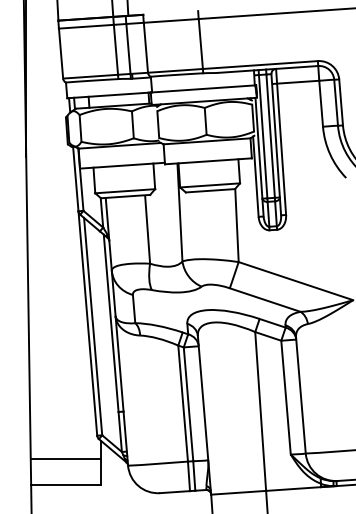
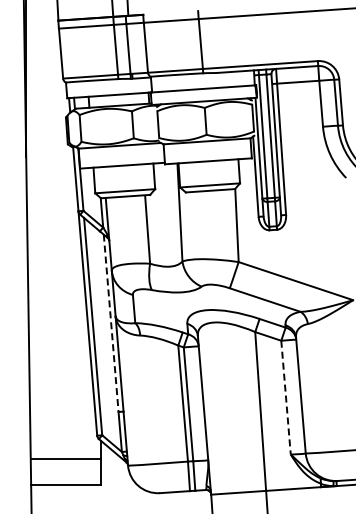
line at (111, 323): solid -> dashed
line at (286, 398): solid -> dashed
